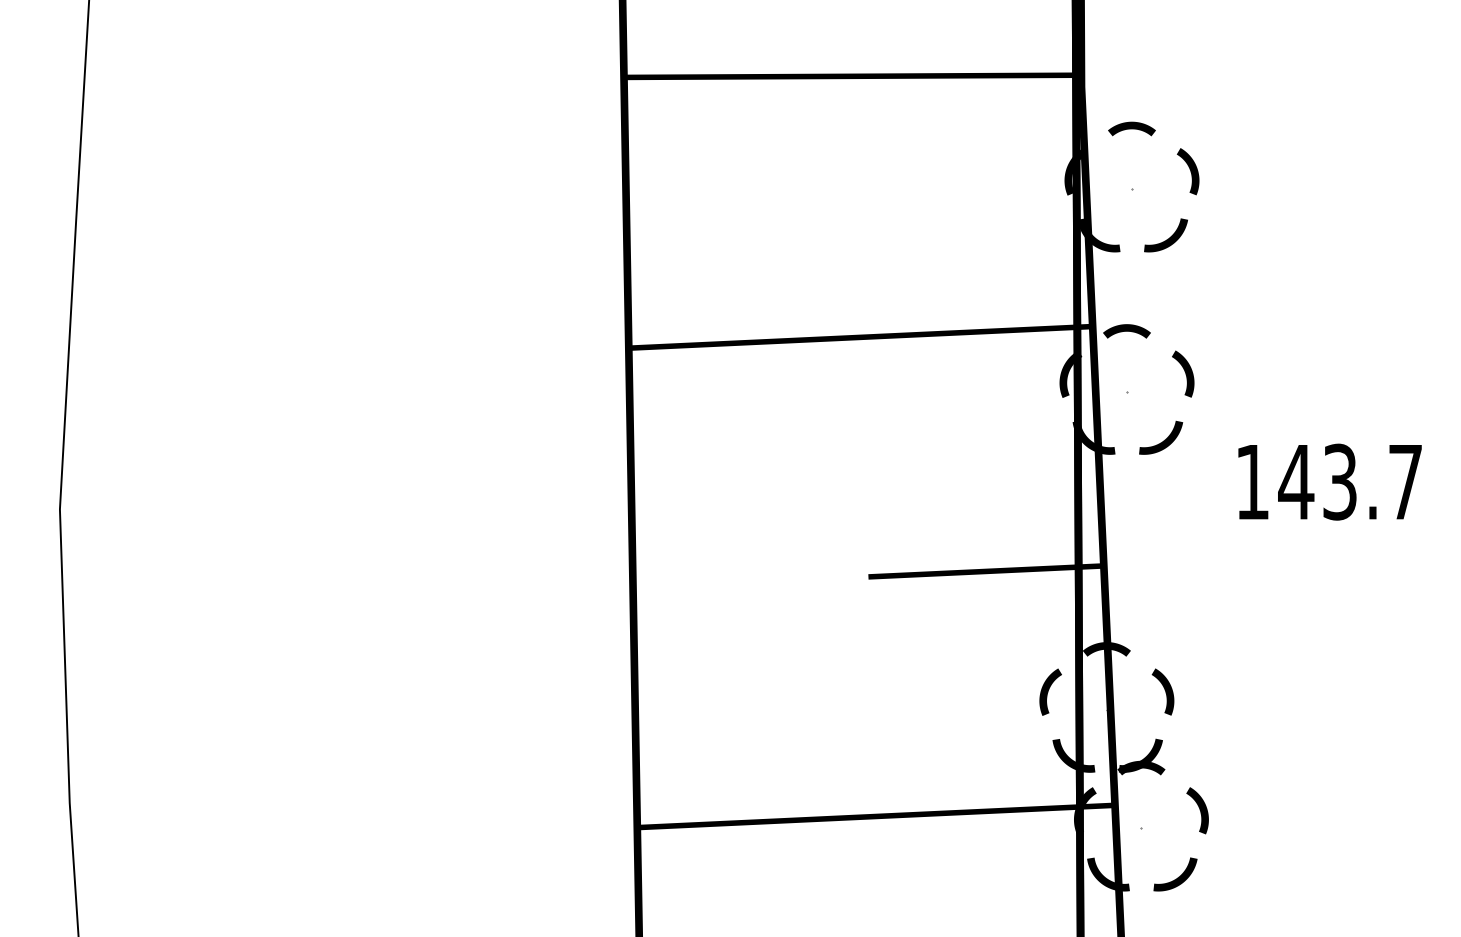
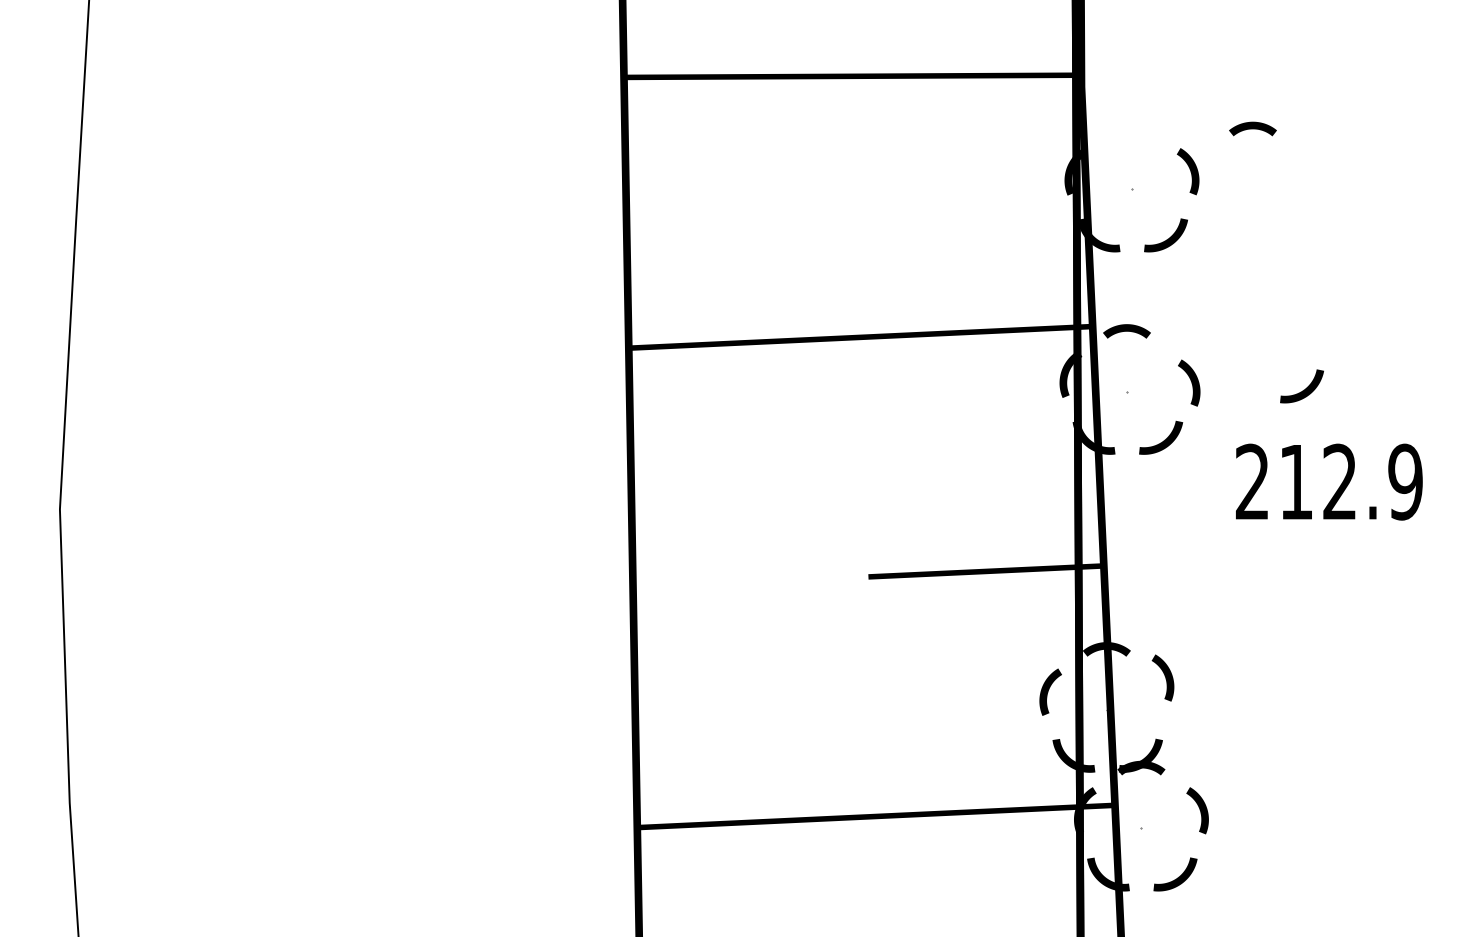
curve at (1131, 128) position: (1131, 128) -> (1252, 128)
curve at (1185, 373) position: (1185, 373) -> (1191, 382)
curve at (1302, 390): none -> present
text at (1329, 481): 143.7 -> 212.9
curve at (1164, 690) position: (1164, 690) -> (1164, 676)
